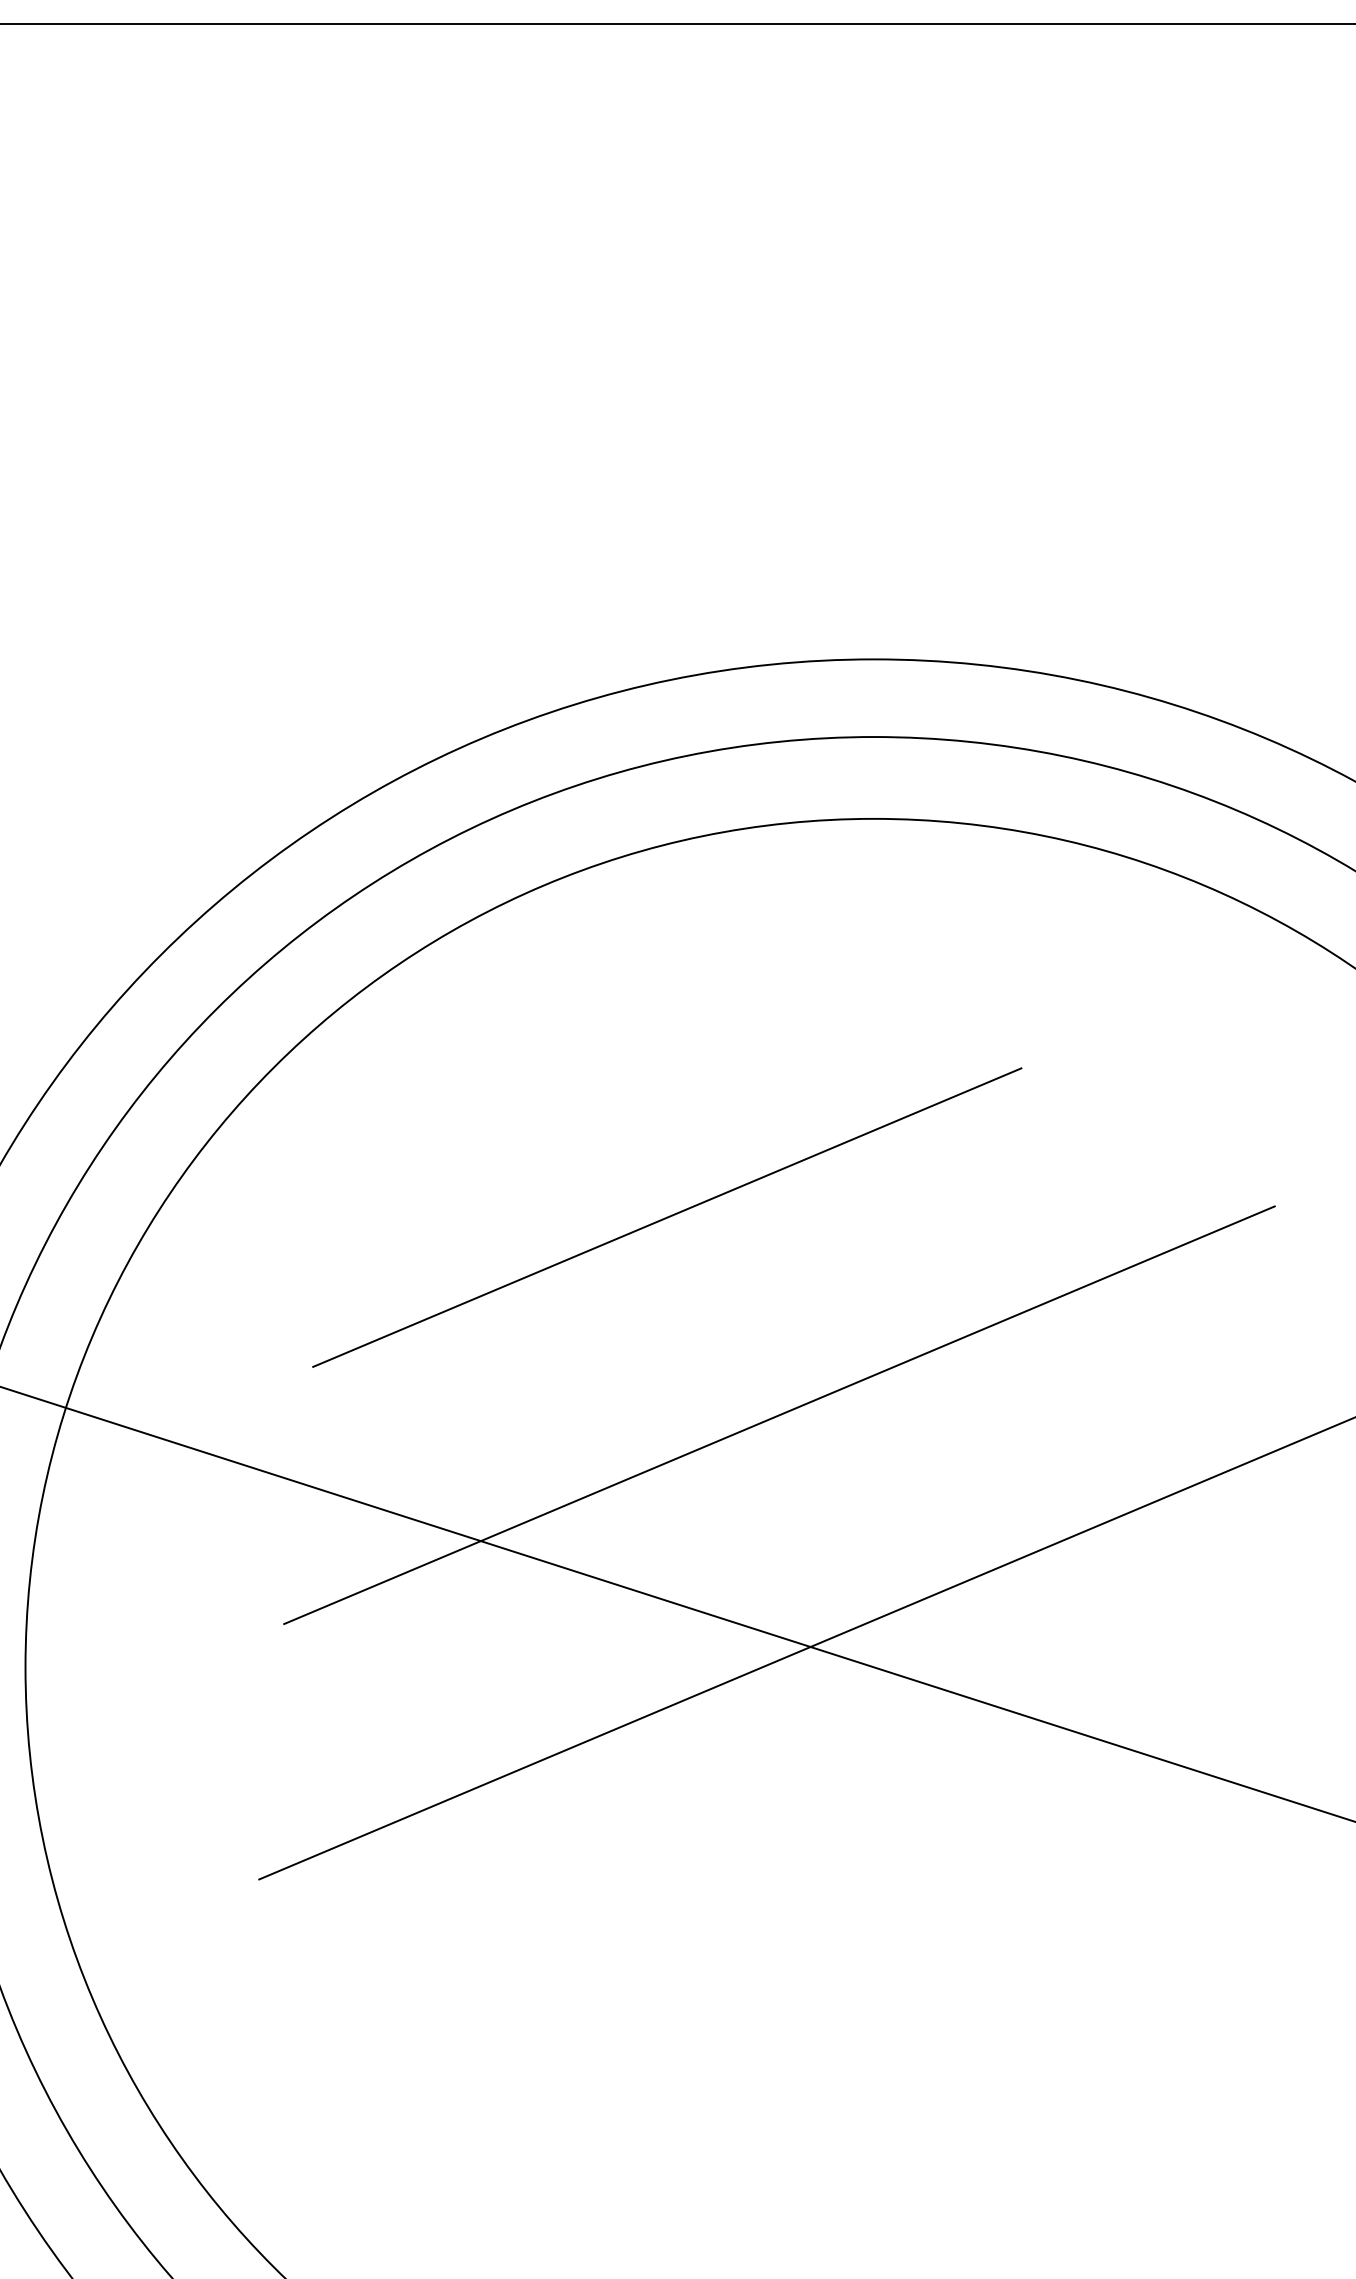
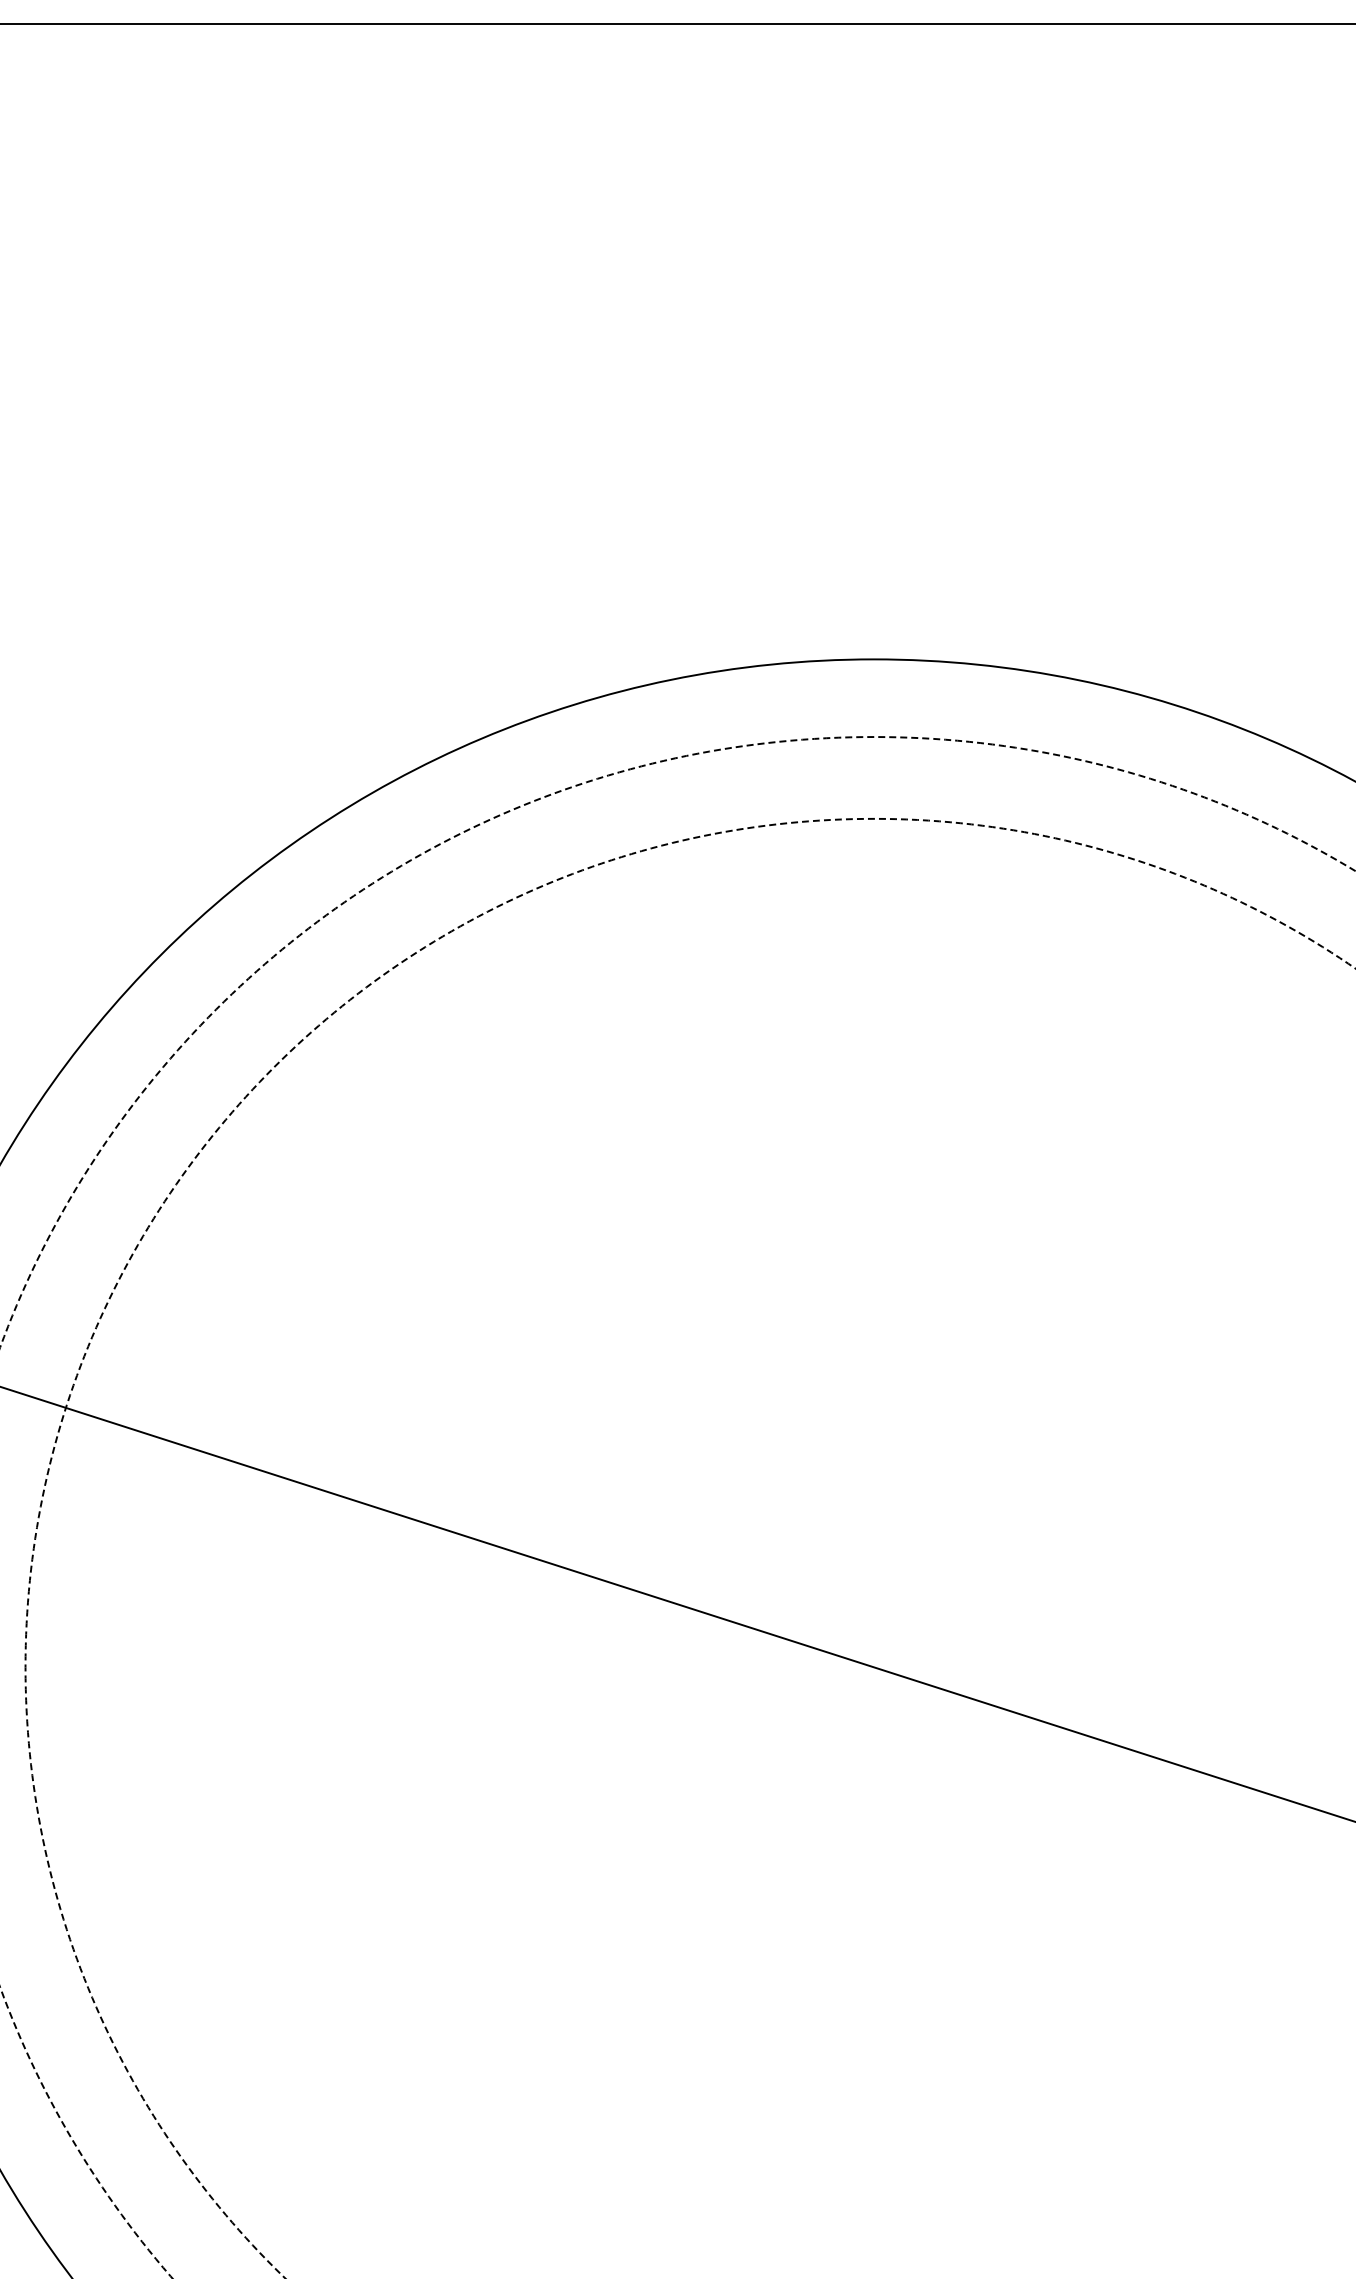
line at (667, 1217): present -> none
line at (779, 1415): present -> none
circle at (677, 1507): solid -> dashed
circle at (690, 1548): solid -> dashed
line at (805, 1648): present -> none
